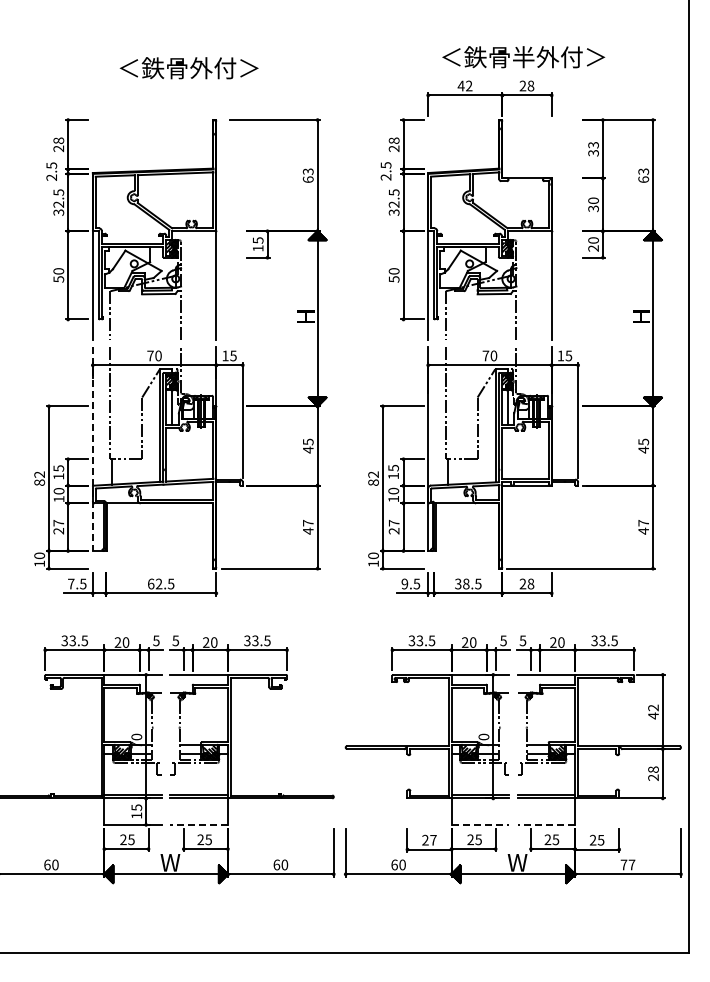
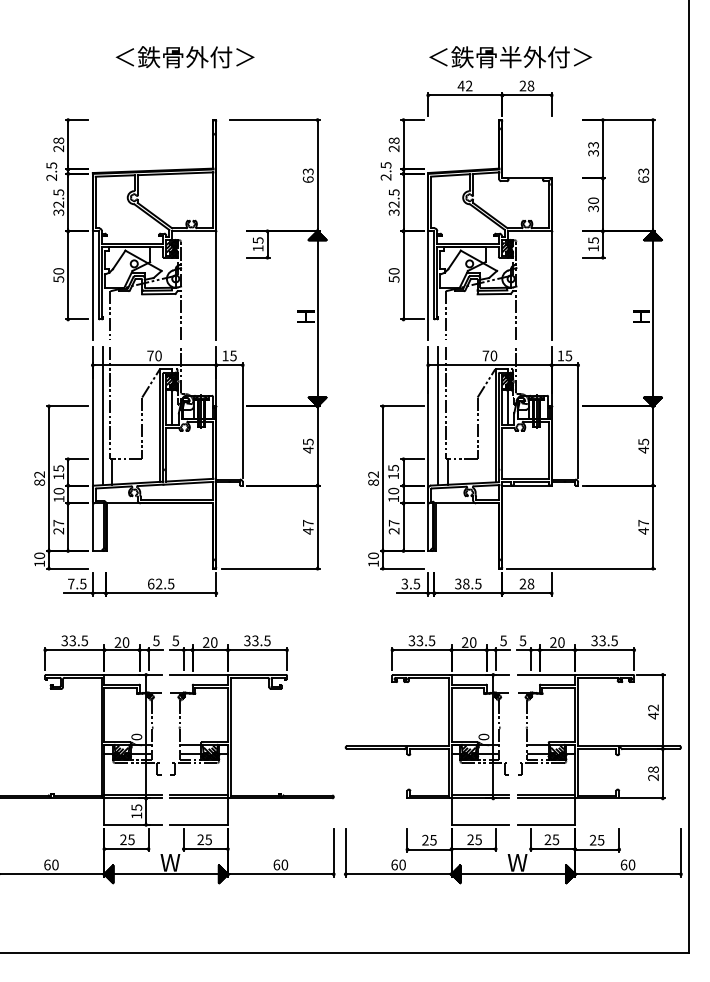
text at (523, 57) position: (523, 57) -> (510, 57)
text at (188, 68) position: (188, 68) -> (184, 57)
text at (593, 244): 20 -> 15
line at (102, 416): none -> present
line at (438, 416): none -> present
line at (92, 449): dashed -> solid
text at (404, 584): 9.5 -> 3.5
line at (199, 824): dashed -> solid
line at (480, 824): dashed -> solid
line at (546, 824): dashed -> solid
text at (433, 840): 27 -> 25
text at (627, 864): 77 -> 60
